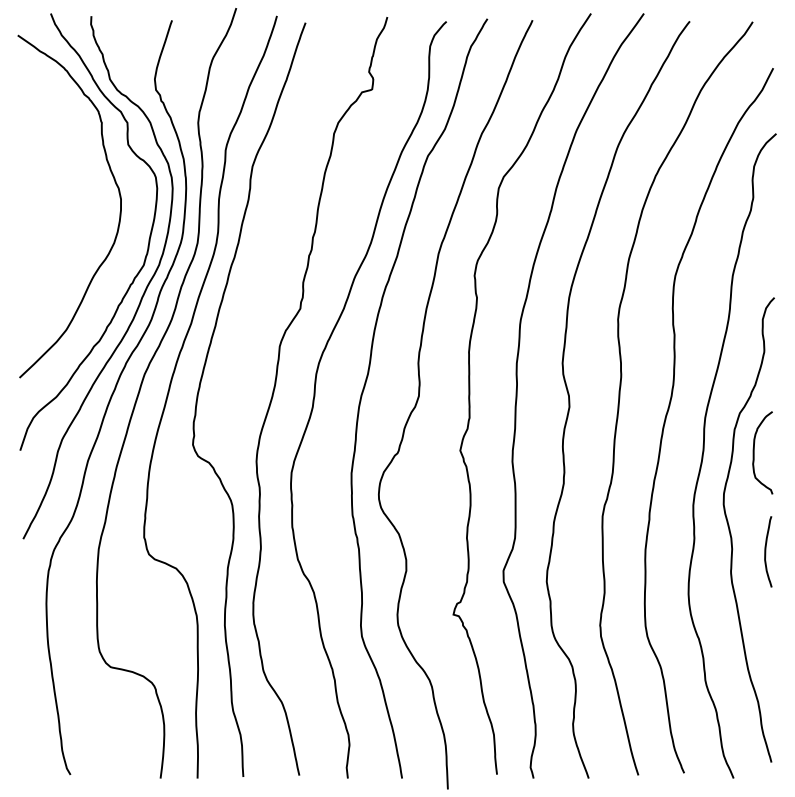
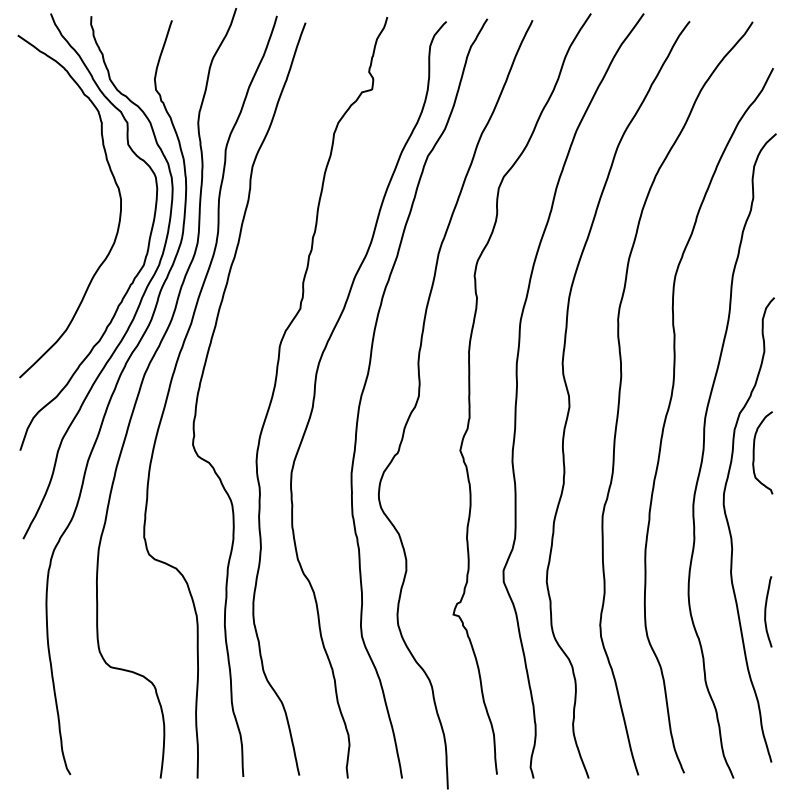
curve at (766, 551) position: (766, 551) -> (766, 611)
